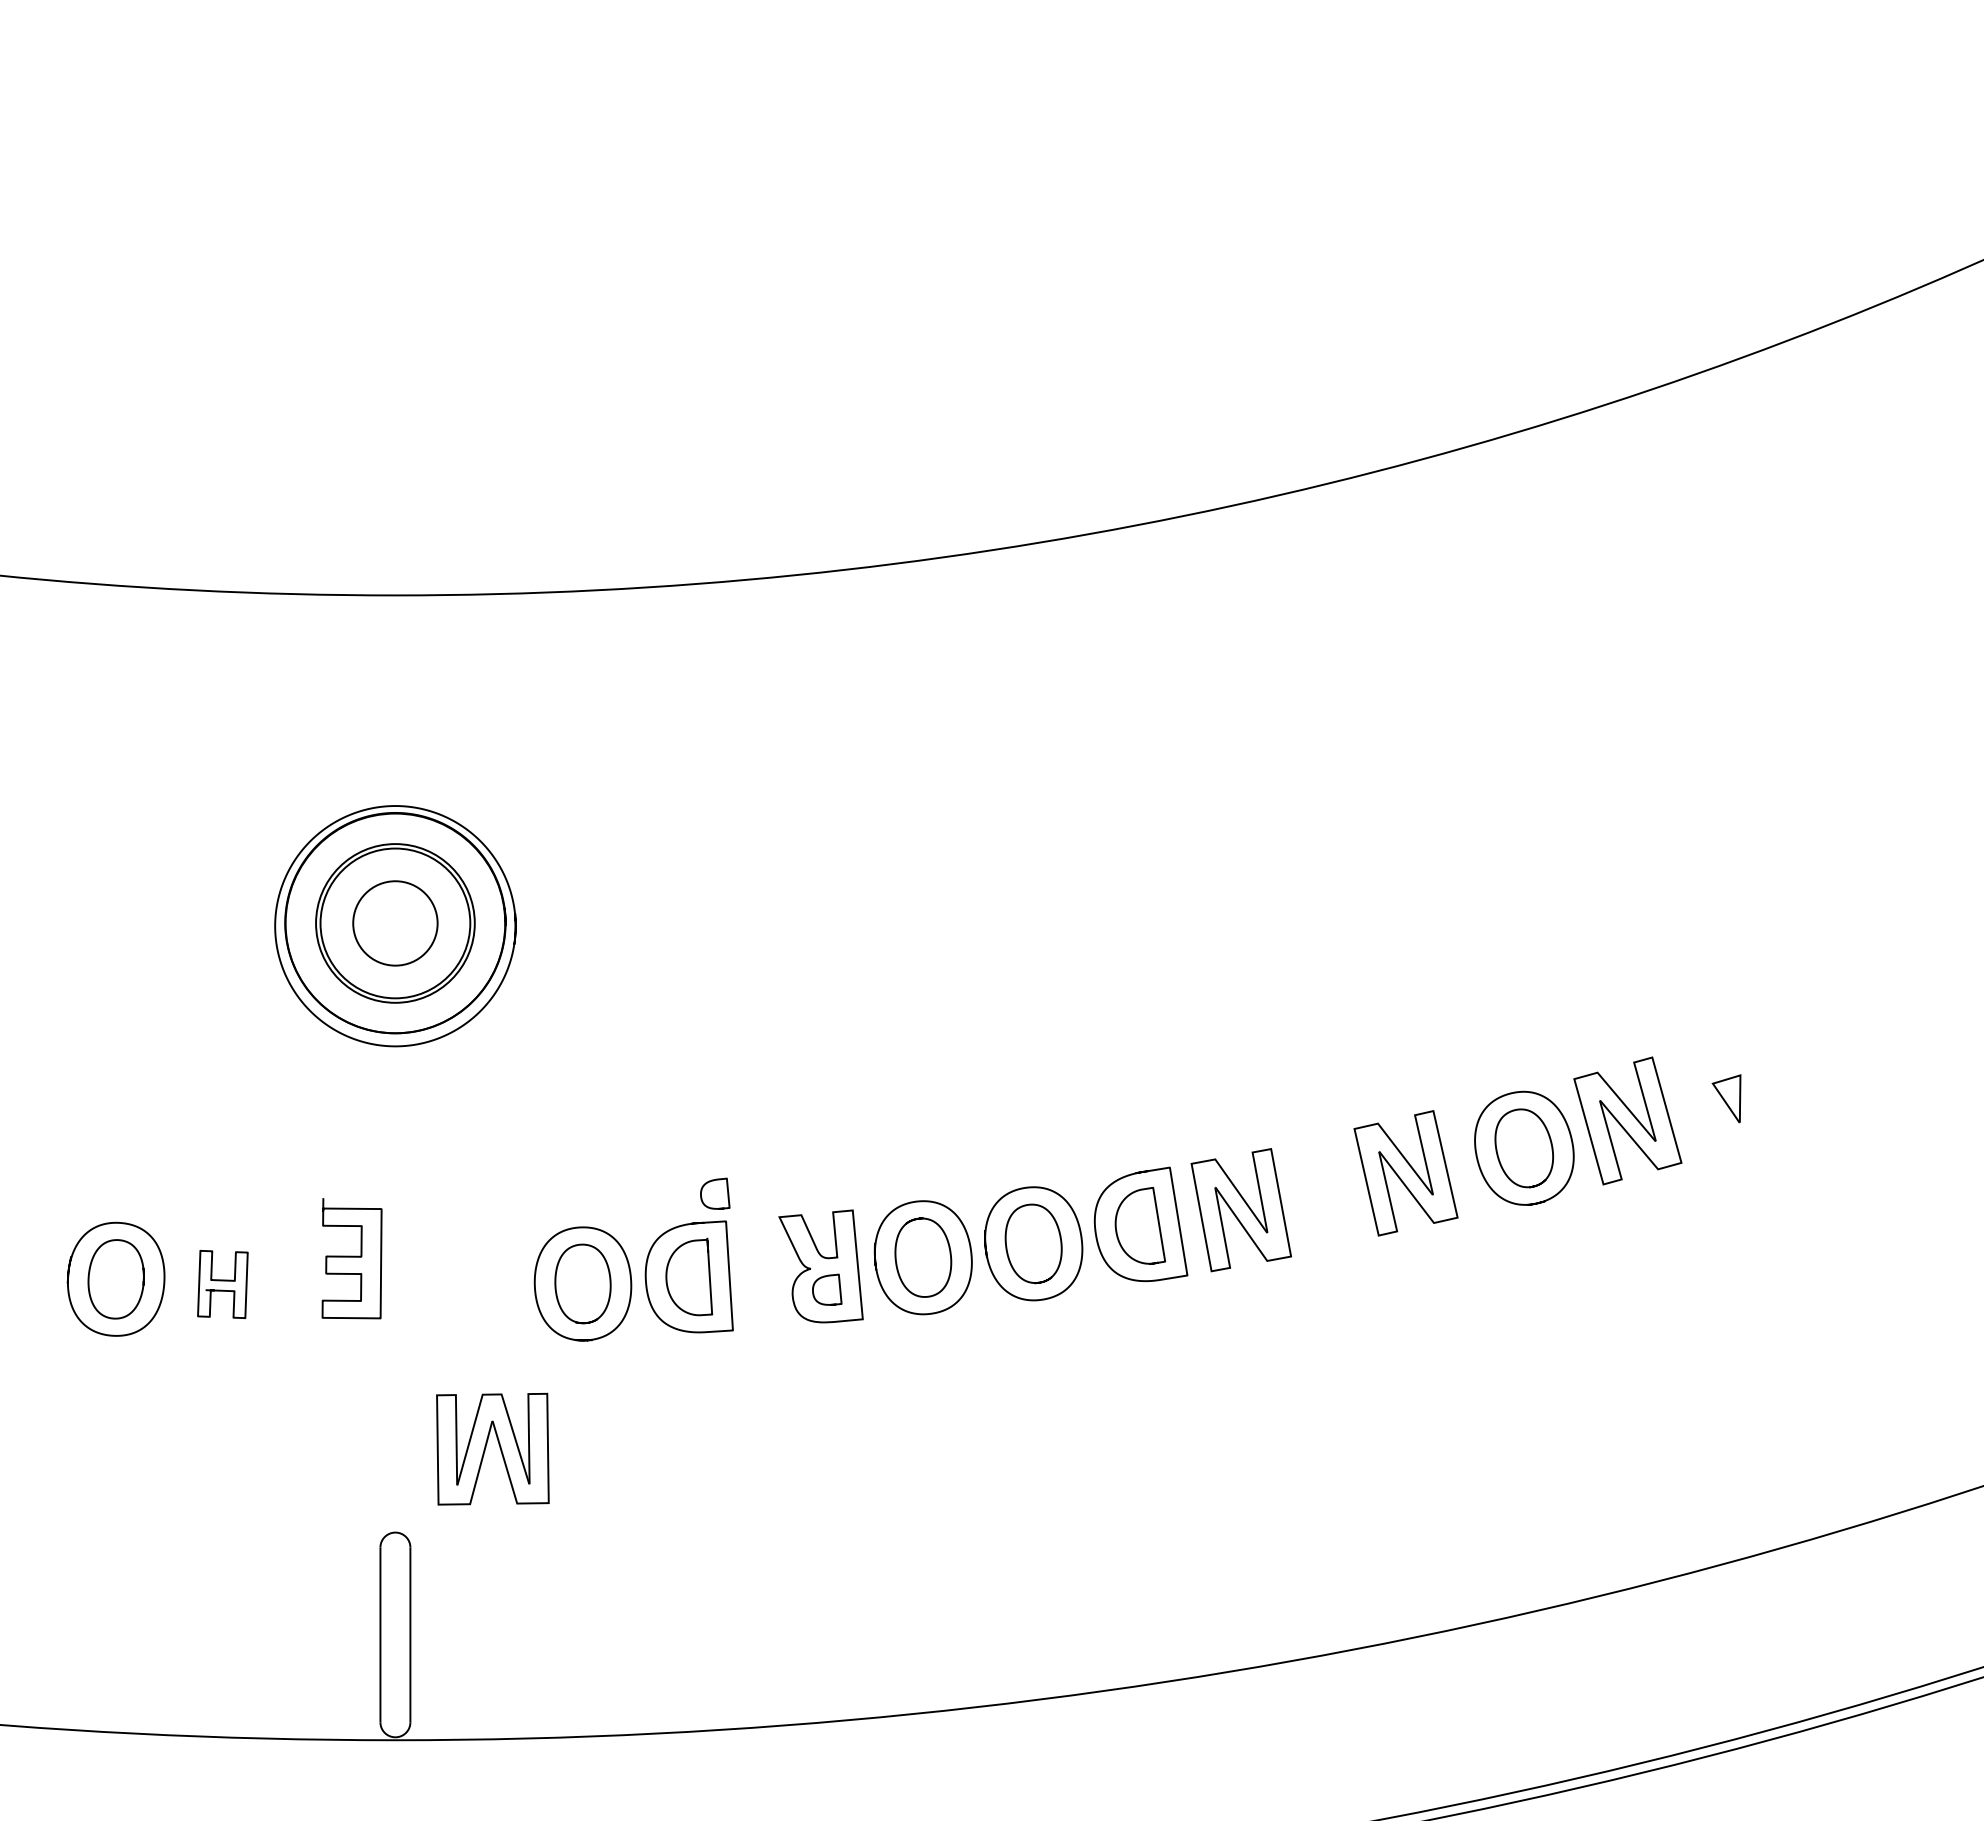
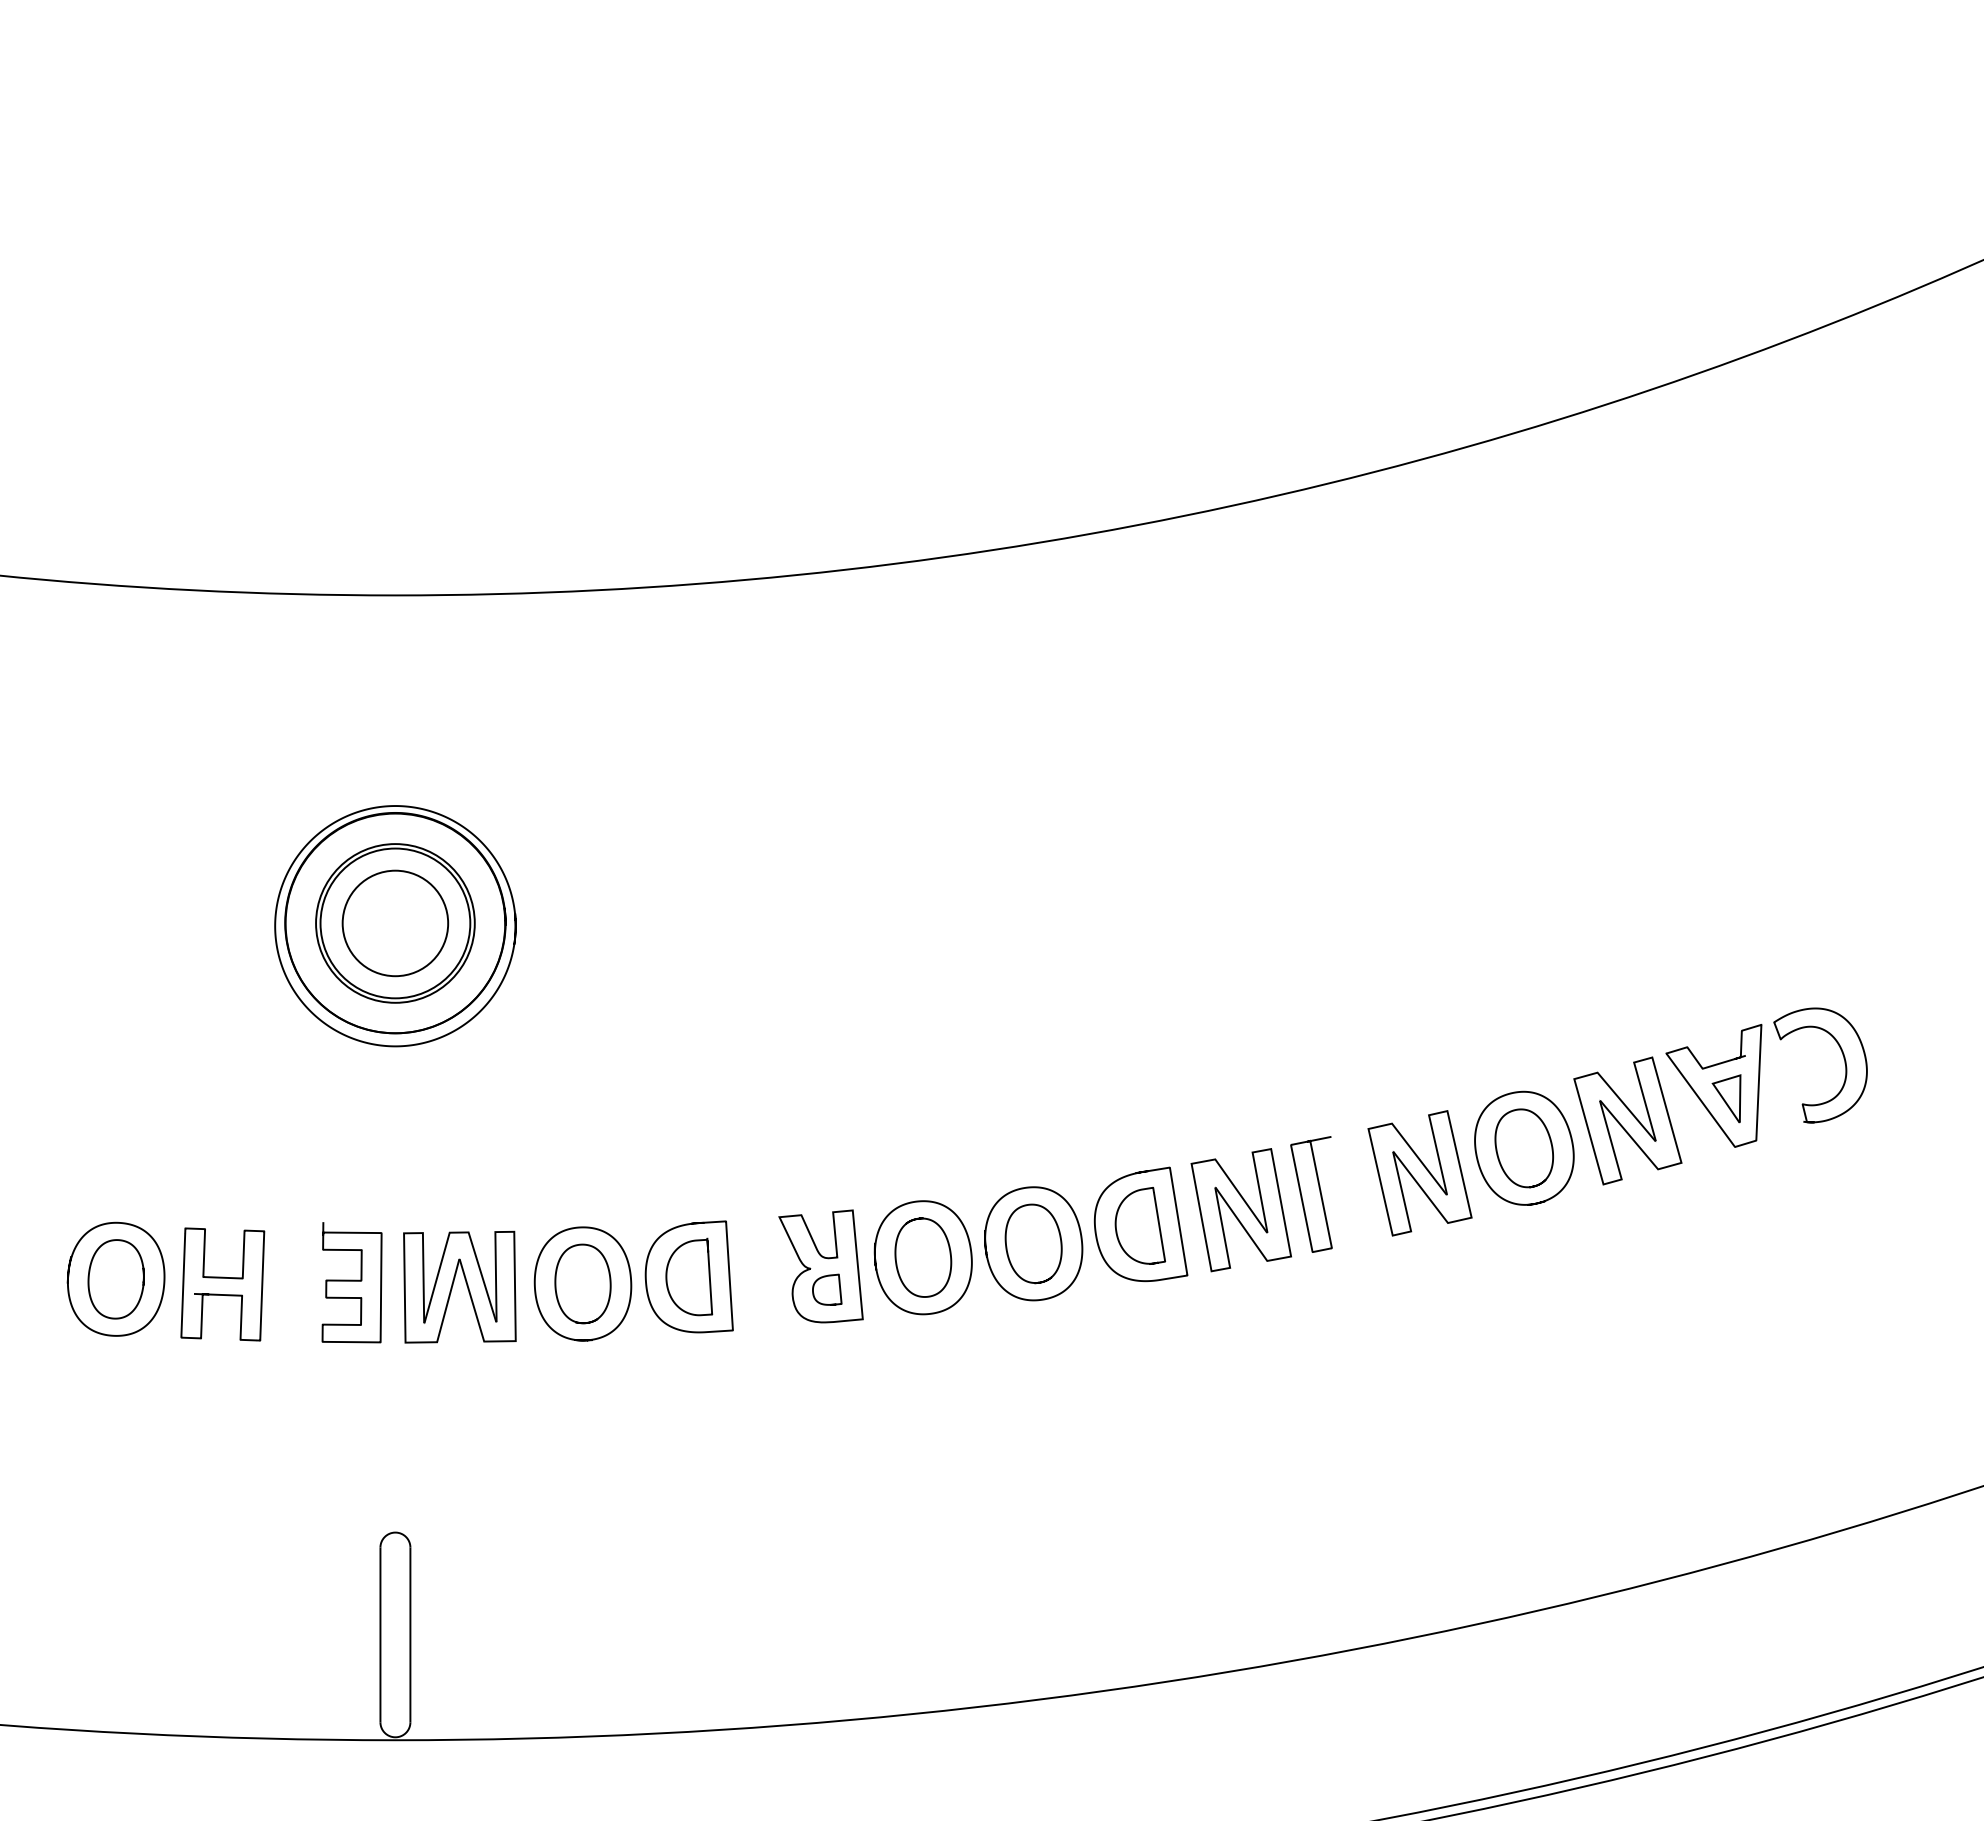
circle at (395, 923) diameter: 84 px -> 106 px
part at (1843, 1058): none -> present
part at (1713, 1085): none -> present
part at (1405, 1173) position: (1405, 1173) -> (1419, 1173)
part at (715, 1193): present -> none
part at (1311, 1194): none -> present
part at (351, 1258) position: (351, 1258) -> (351, 1282)
part at (222, 1284) size: 52x69 px -> 86x115 px
part at (486, 1447) position: (486, 1447) -> (453, 1285)
